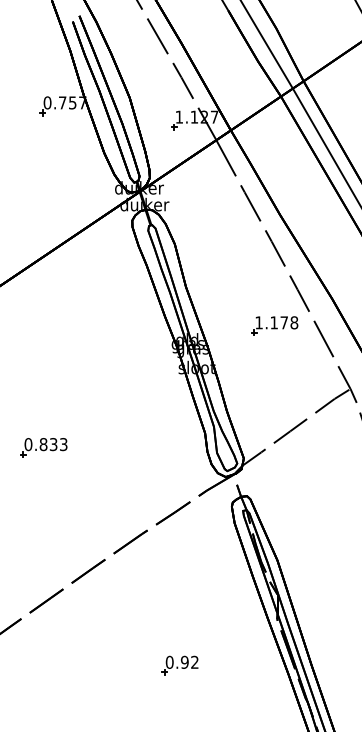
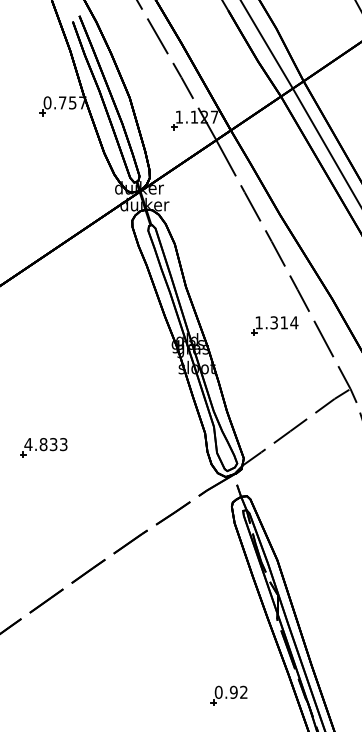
text at (284, 322): 1.178 -> 1.314
text at (28, 444): 0.833 -> 4.833
part at (179, 665) position: (179, 665) -> (228, 695)
